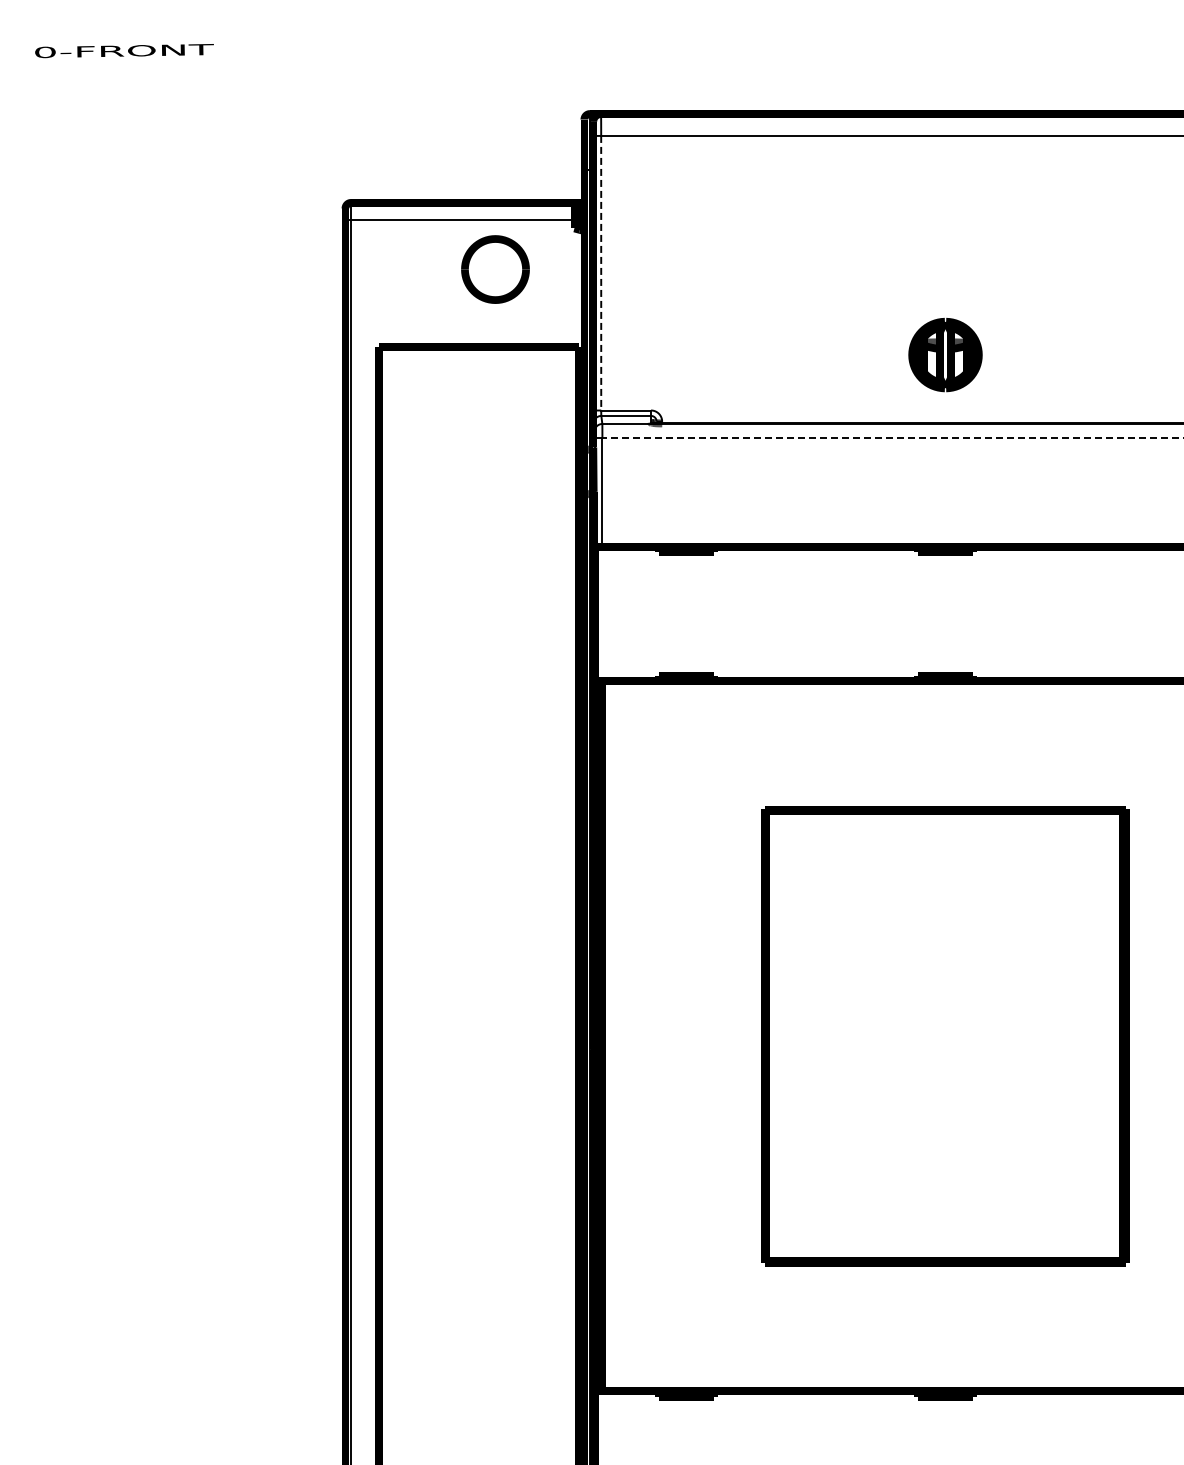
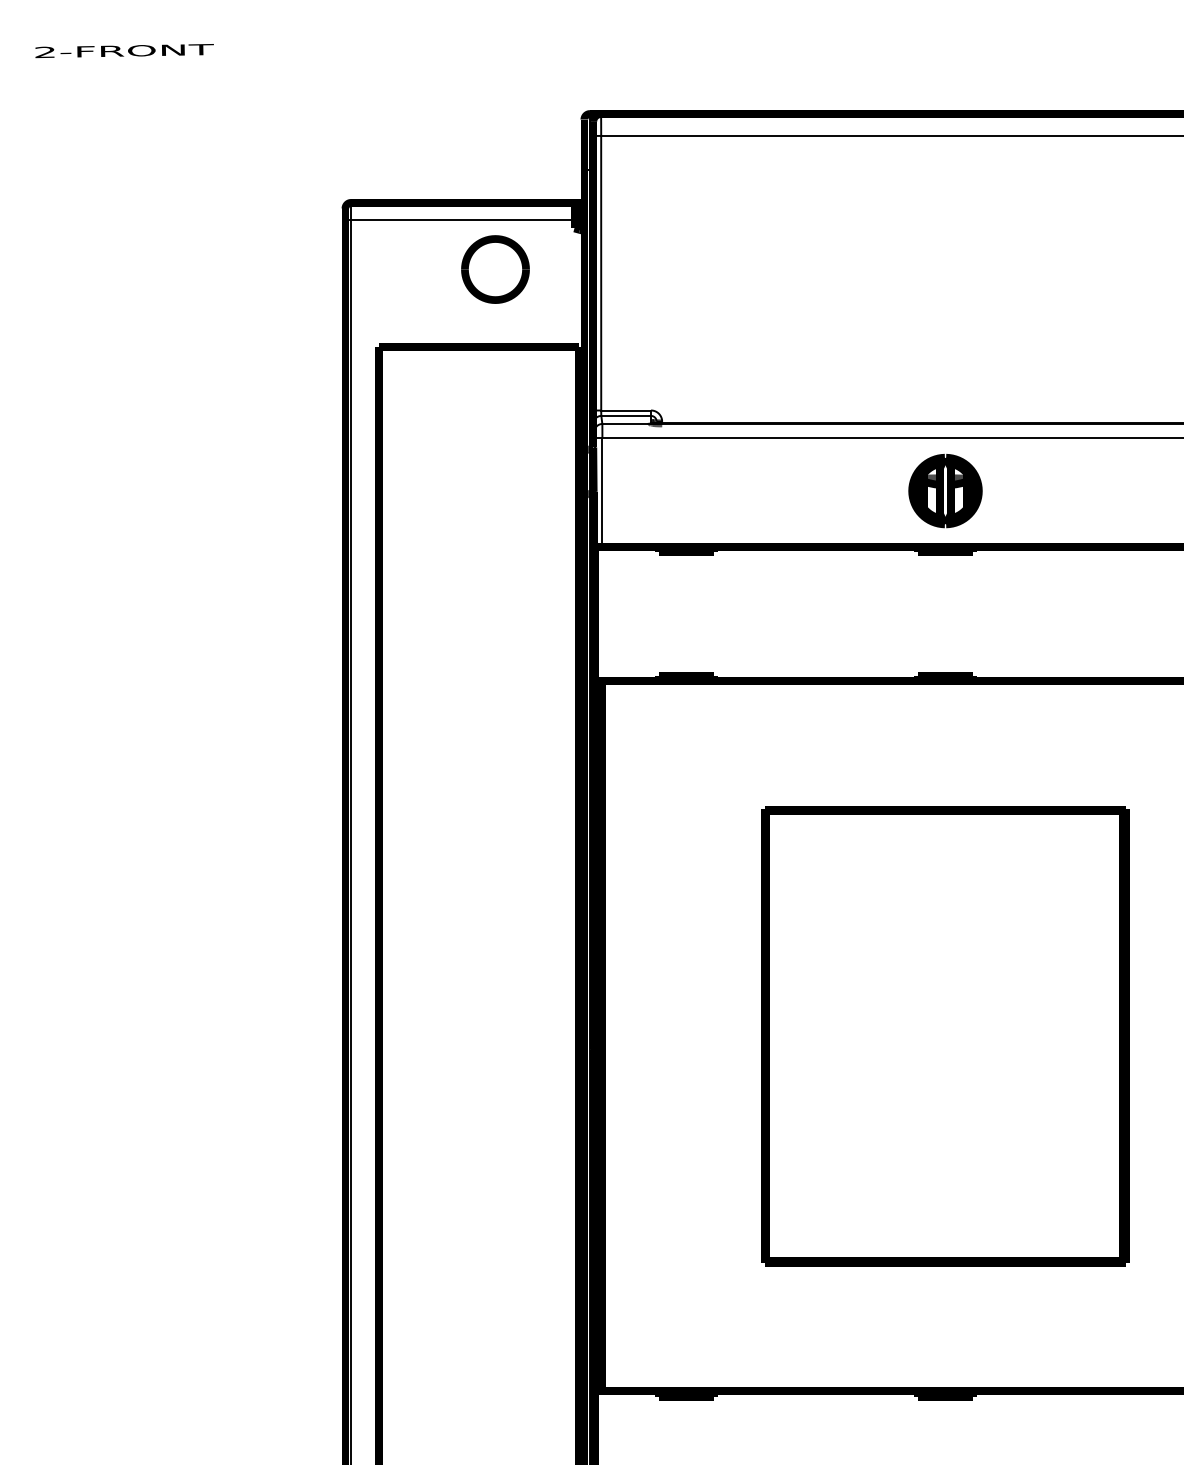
text at (45, 52): 0-FRONT -> 2-FRONT
line at (601, 273): dashed -> solid
part at (945, 355) position: (945, 355) -> (945, 491)
line at (893, 438): dashed -> solid
